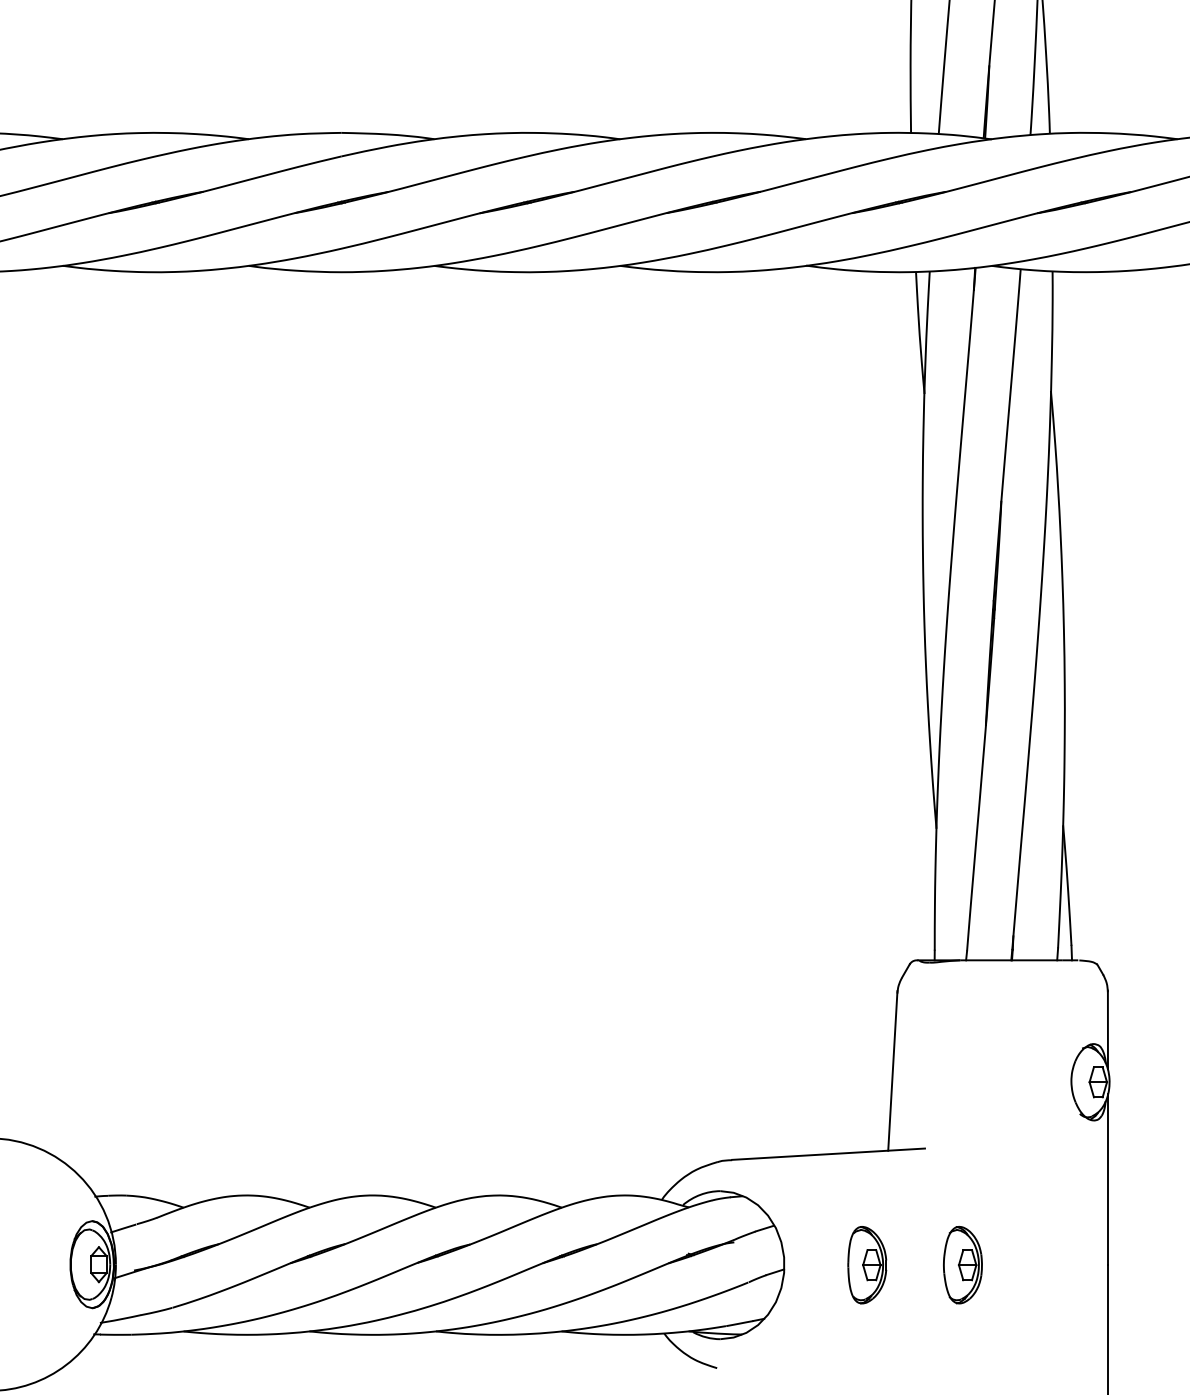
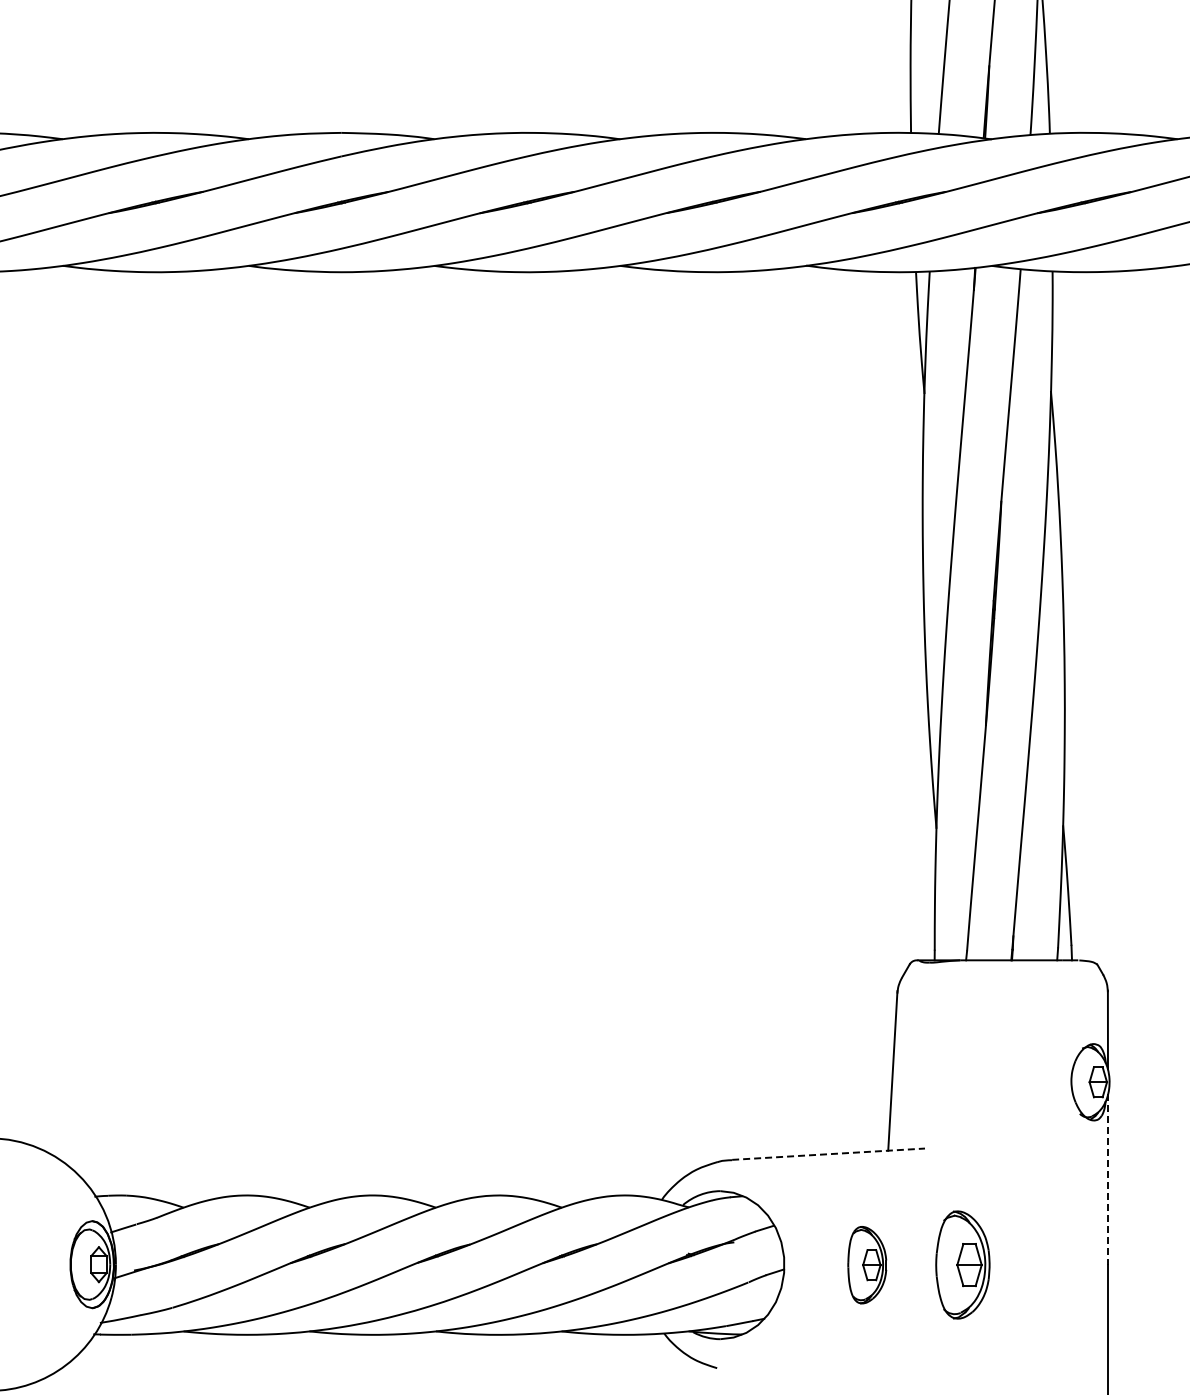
line at (828, 1154): solid -> dashed
line at (1107, 1180): solid -> dashed
part at (962, 1265) size: 40x79 px -> 56x110 px
